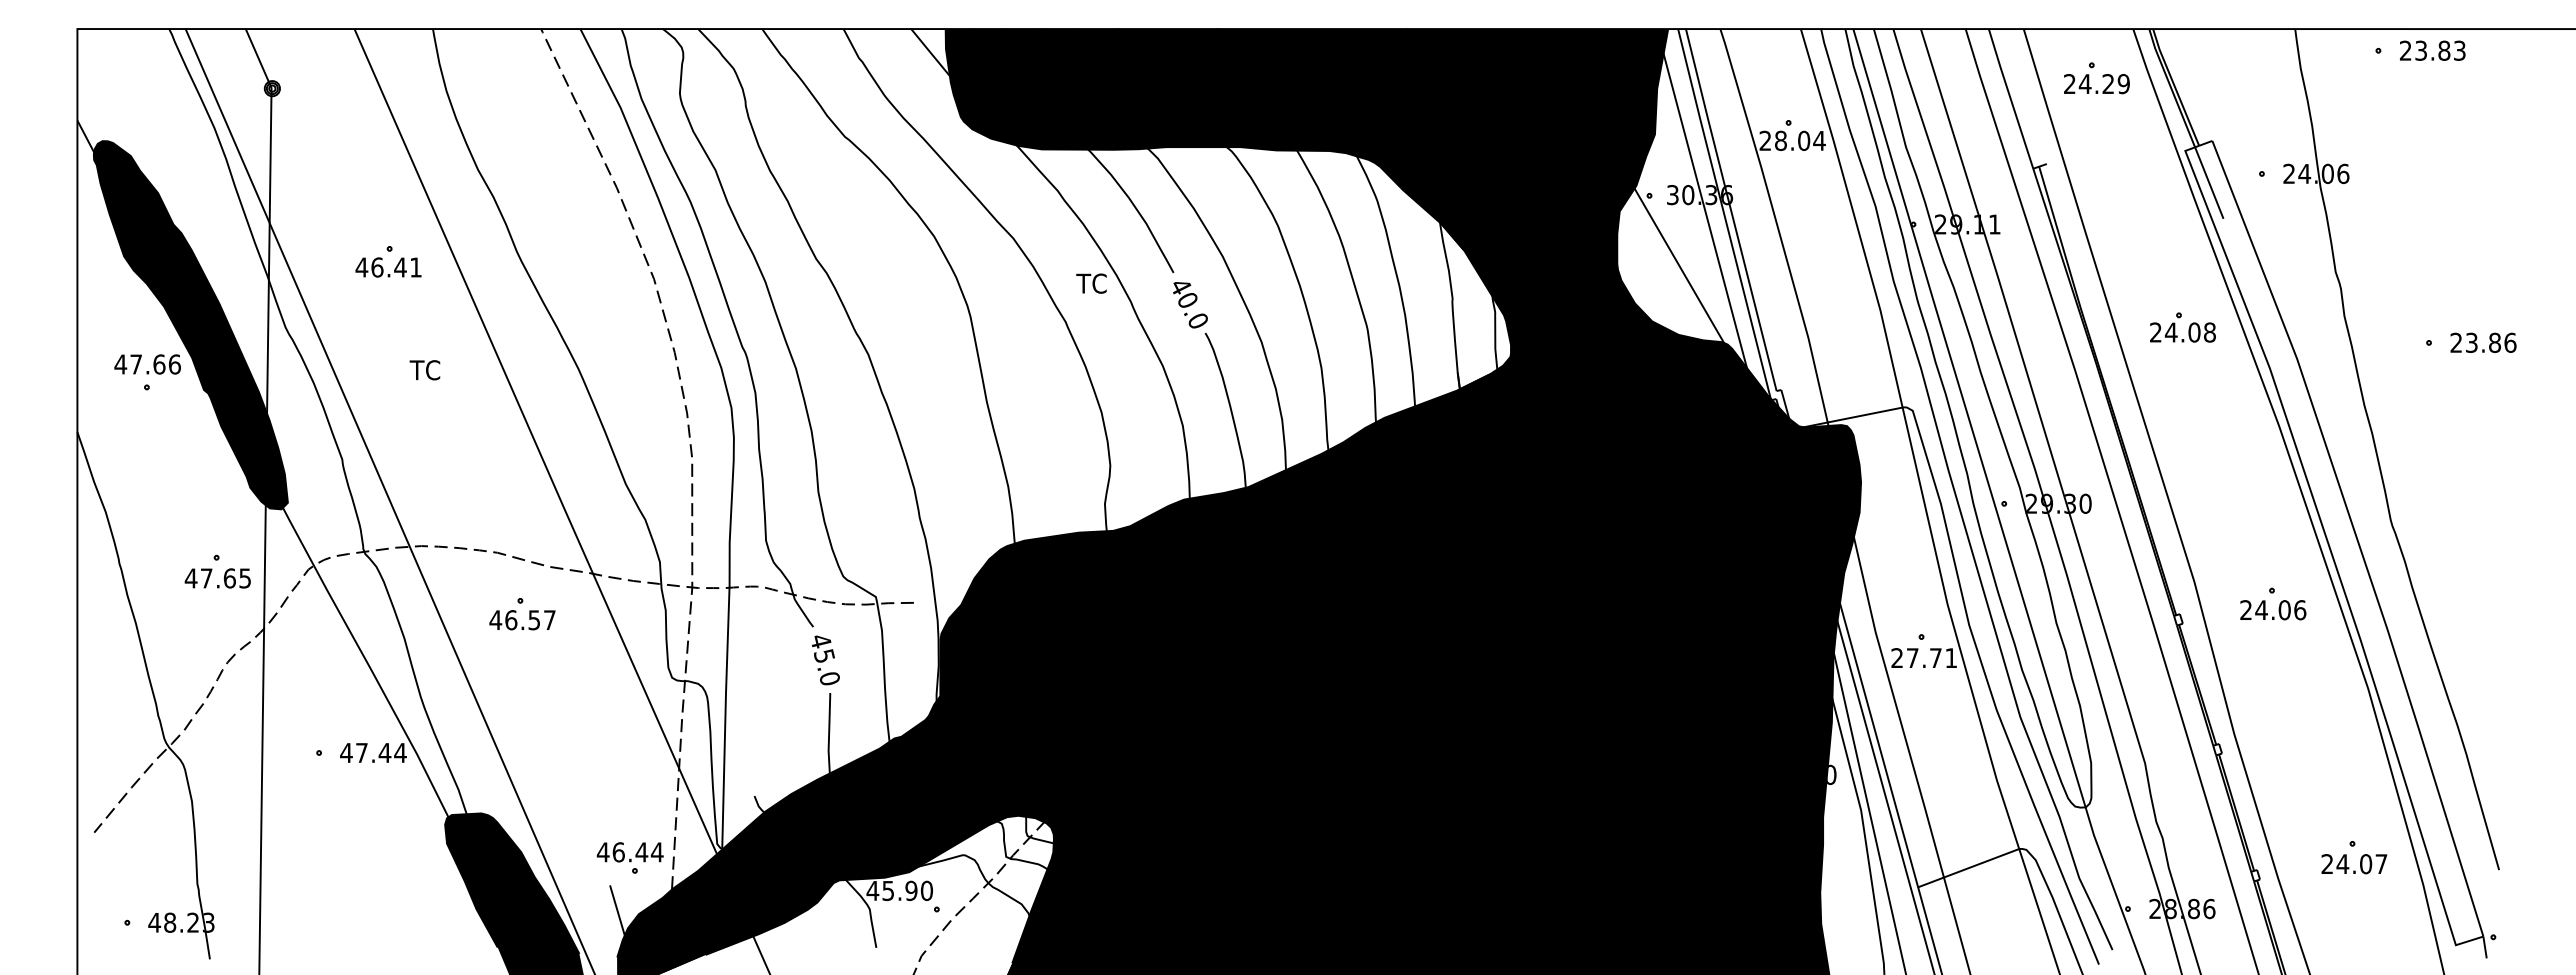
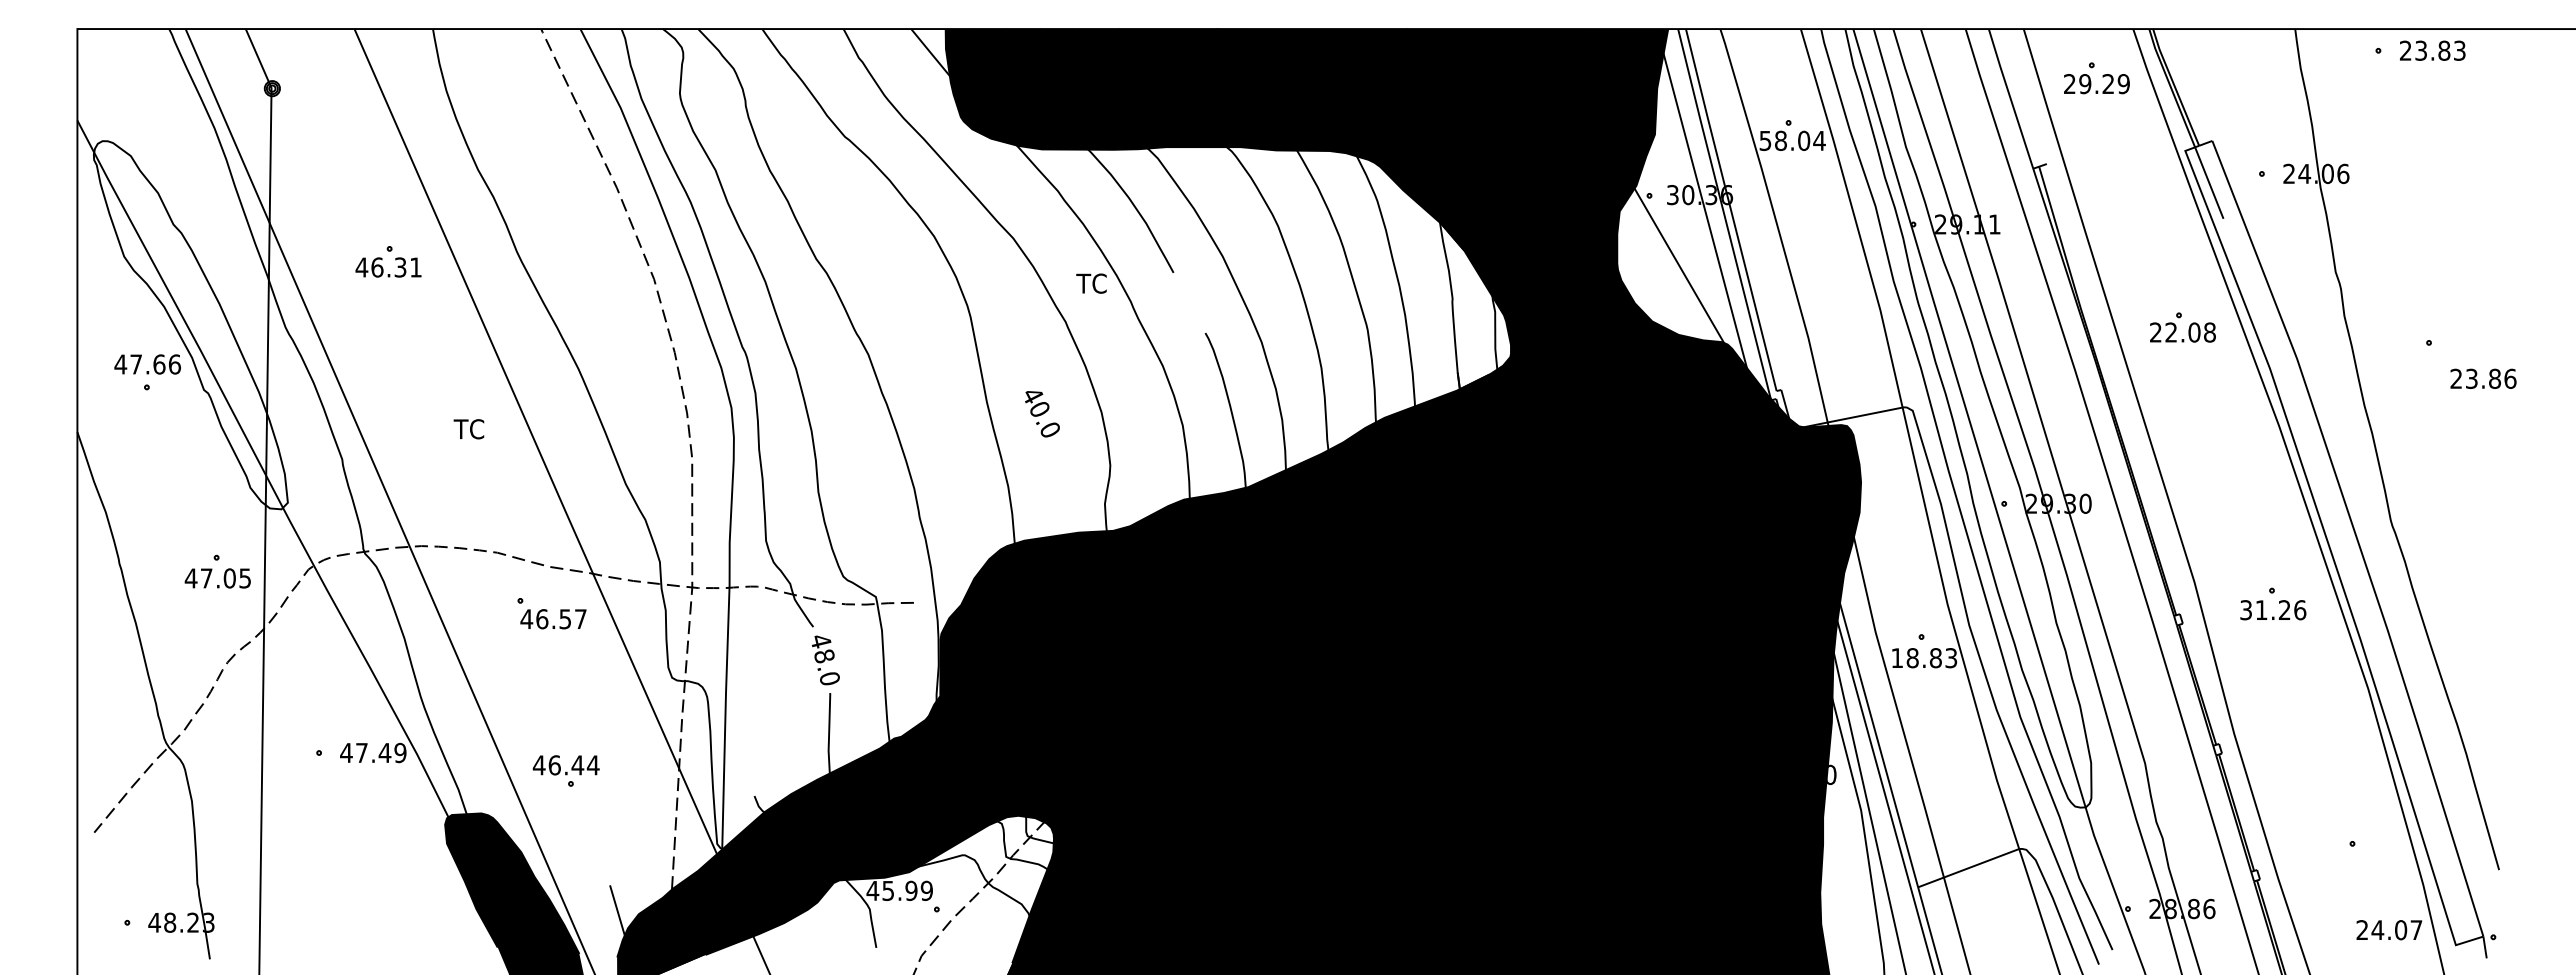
text at (2084, 84): 24.29 -> 29.29
text at (1765, 140): 28.04 -> 58.04
text at (400, 267): 46.41 -> 46.31
text at (1190, 305) position: (1190, 305) -> (1042, 414)
fill at (190, 325): present -> none
text at (2170, 332): 24.08 -> 22.08
text at (2483, 342) position: (2483, 342) -> (2483, 378)
text at (424, 370) position: (424, 370) -> (468, 429)
text at (229, 578): 47.65 -> 47.05
text at (2265, 610): 24.06 -> 31.26
text at (522, 620) position: (522, 620) -> (553, 619)
text at (824, 656): 45.0 -> 48.0
text at (1924, 658): 27.71 -> 18.83
text at (400, 752): 47.44 -> 47.49
part at (629, 857) position: (629, 857) -> (565, 770)
text at (2354, 864) position: (2354, 864) -> (2389, 930)
text at (926, 891): 45.90 -> 45.99
